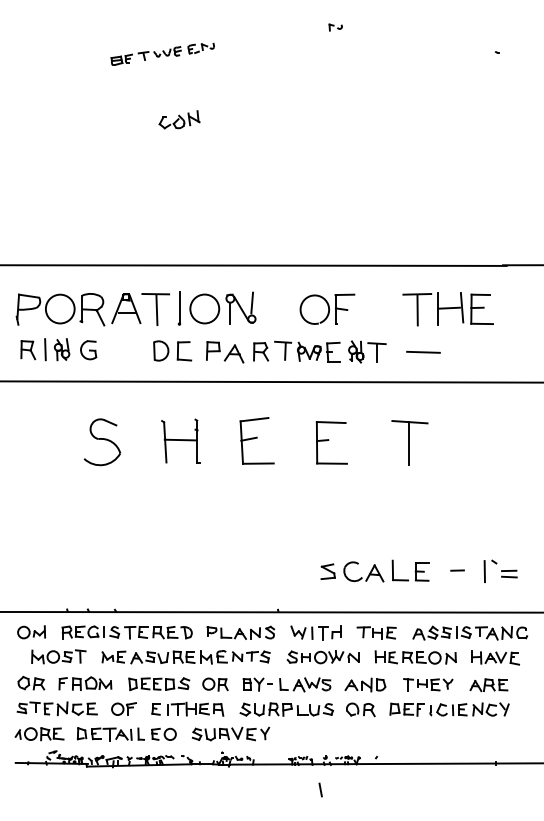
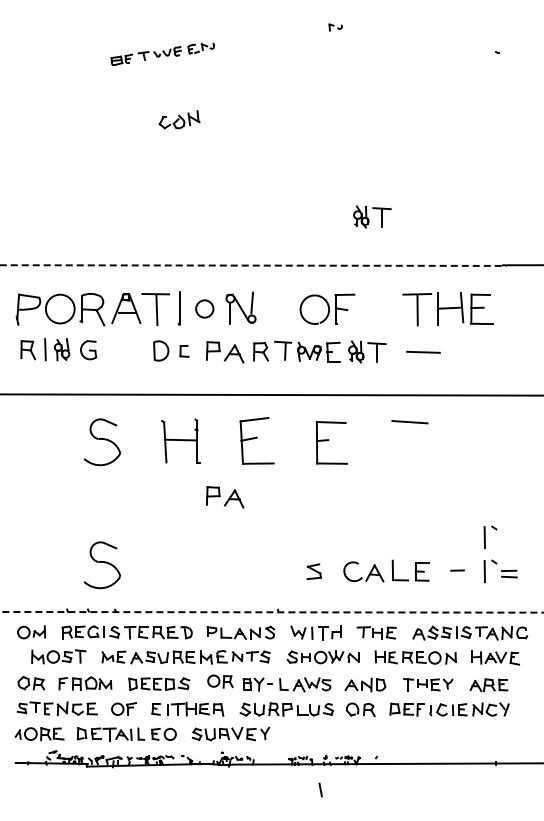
part at (372, 216): none -> present
line at (253, 265): solid -> dashed
circle at (204, 308) diameter: 29 px -> 17 px
part at (184, 351) size: 17x21 px -> 11x13 px
line at (271, 381) position: (271, 381) -> (271, 394)
line at (409, 443): present -> none
part at (225, 497): none -> present
part at (490, 536): none -> present
part at (101, 565): none -> present
part at (327, 571) position: (327, 571) -> (313, 571)
line at (272, 612): solid -> dashed
part at (215, 684) position: (215, 684) -> (220, 681)
